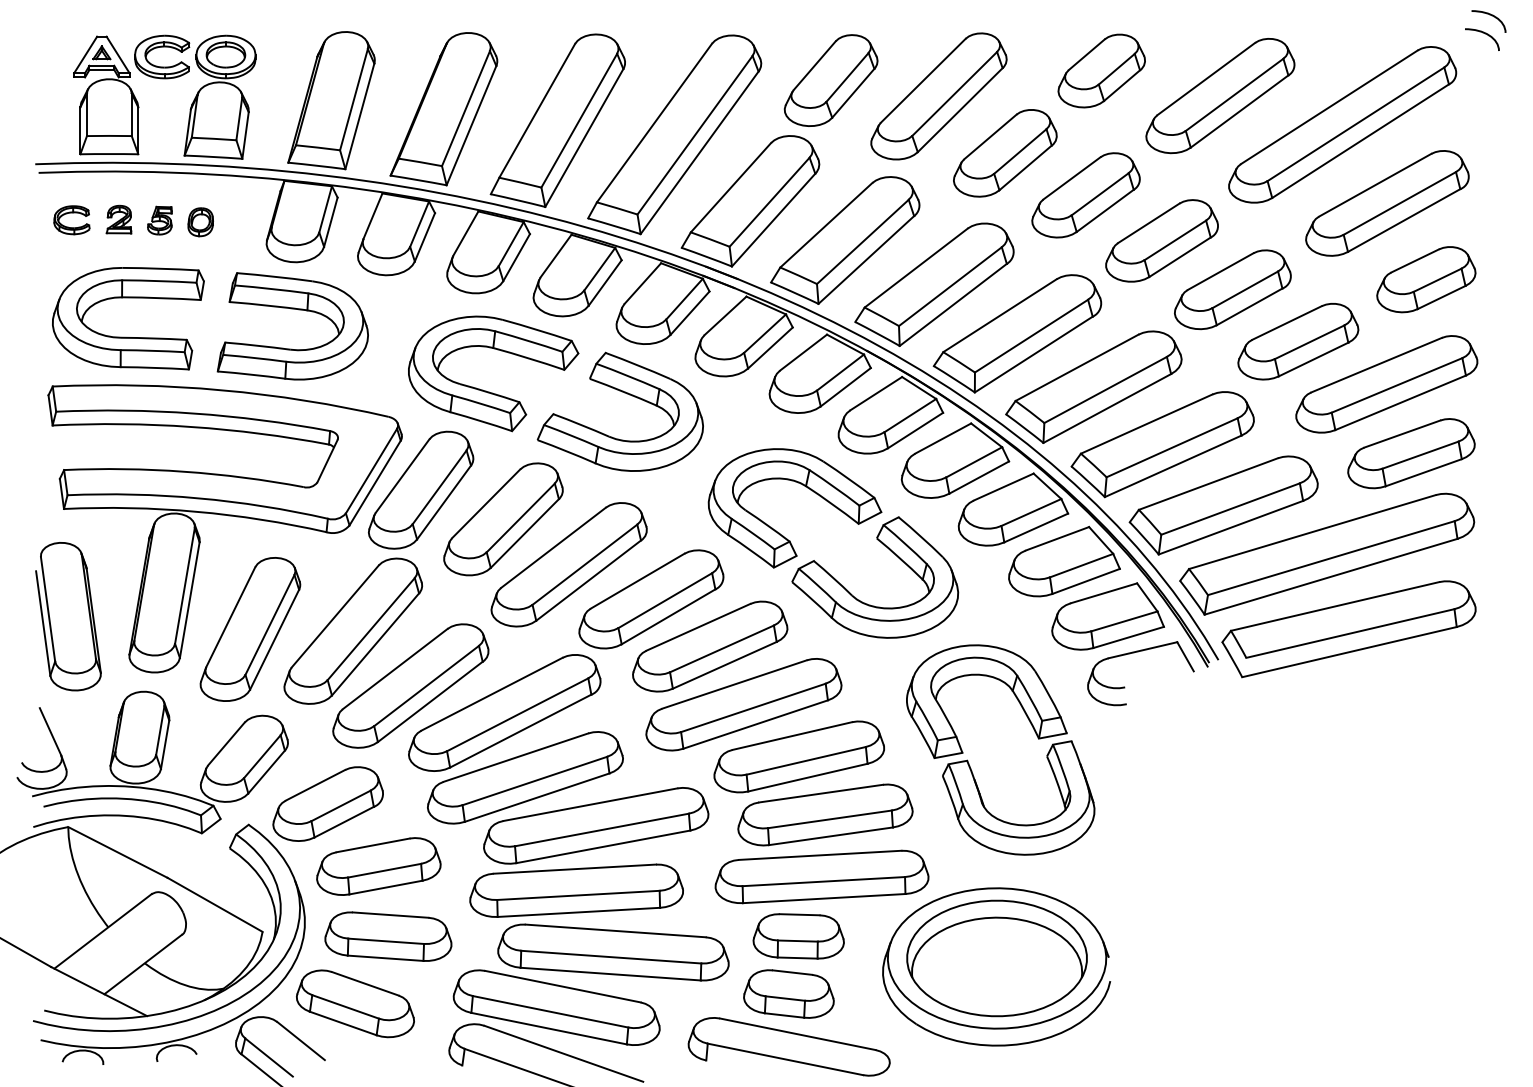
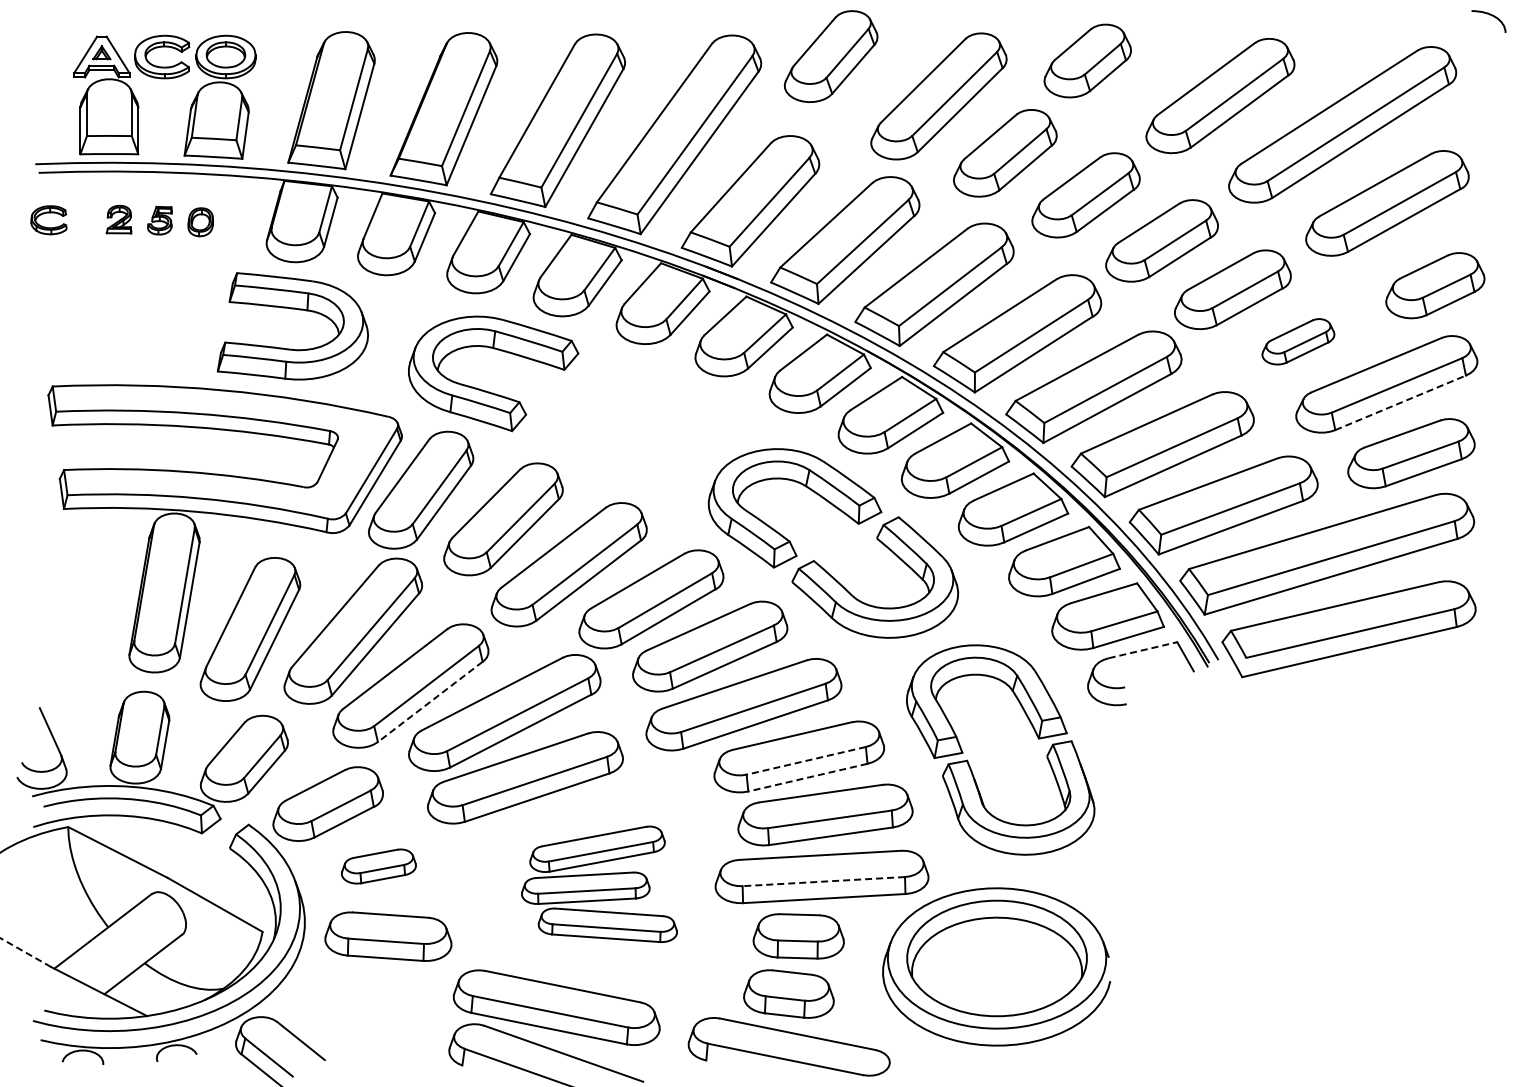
curve at (1485, 34): present -> none
part at (1101, 70) position: (1101, 70) -> (1087, 60)
part at (830, 80) position: (830, 80) -> (830, 56)
part at (68, 226) position: (68, 226) -> (45, 226)
part at (1426, 279) position: (1426, 279) -> (1435, 285)
part at (126, 336): present -> none
part at (1298, 341) size: 123x78 px -> 75x48 px
part at (624, 393): present -> none
line at (1400, 402): solid -> dashed
part at (68, 616): present -> none
line at (1143, 650): solid -> dashed
line at (430, 701): solid -> dashed
line at (805, 760): solid -> dashed
line at (807, 777): solid -> dashed
part at (378, 866) size: 126x59 px -> 76x37 px
line at (823, 881): solid -> dashed
part at (599, 884) size: 261x195 px -> 157x118 px
line at (25, 952): solid -> dashed
part at (355, 1003): present -> none
